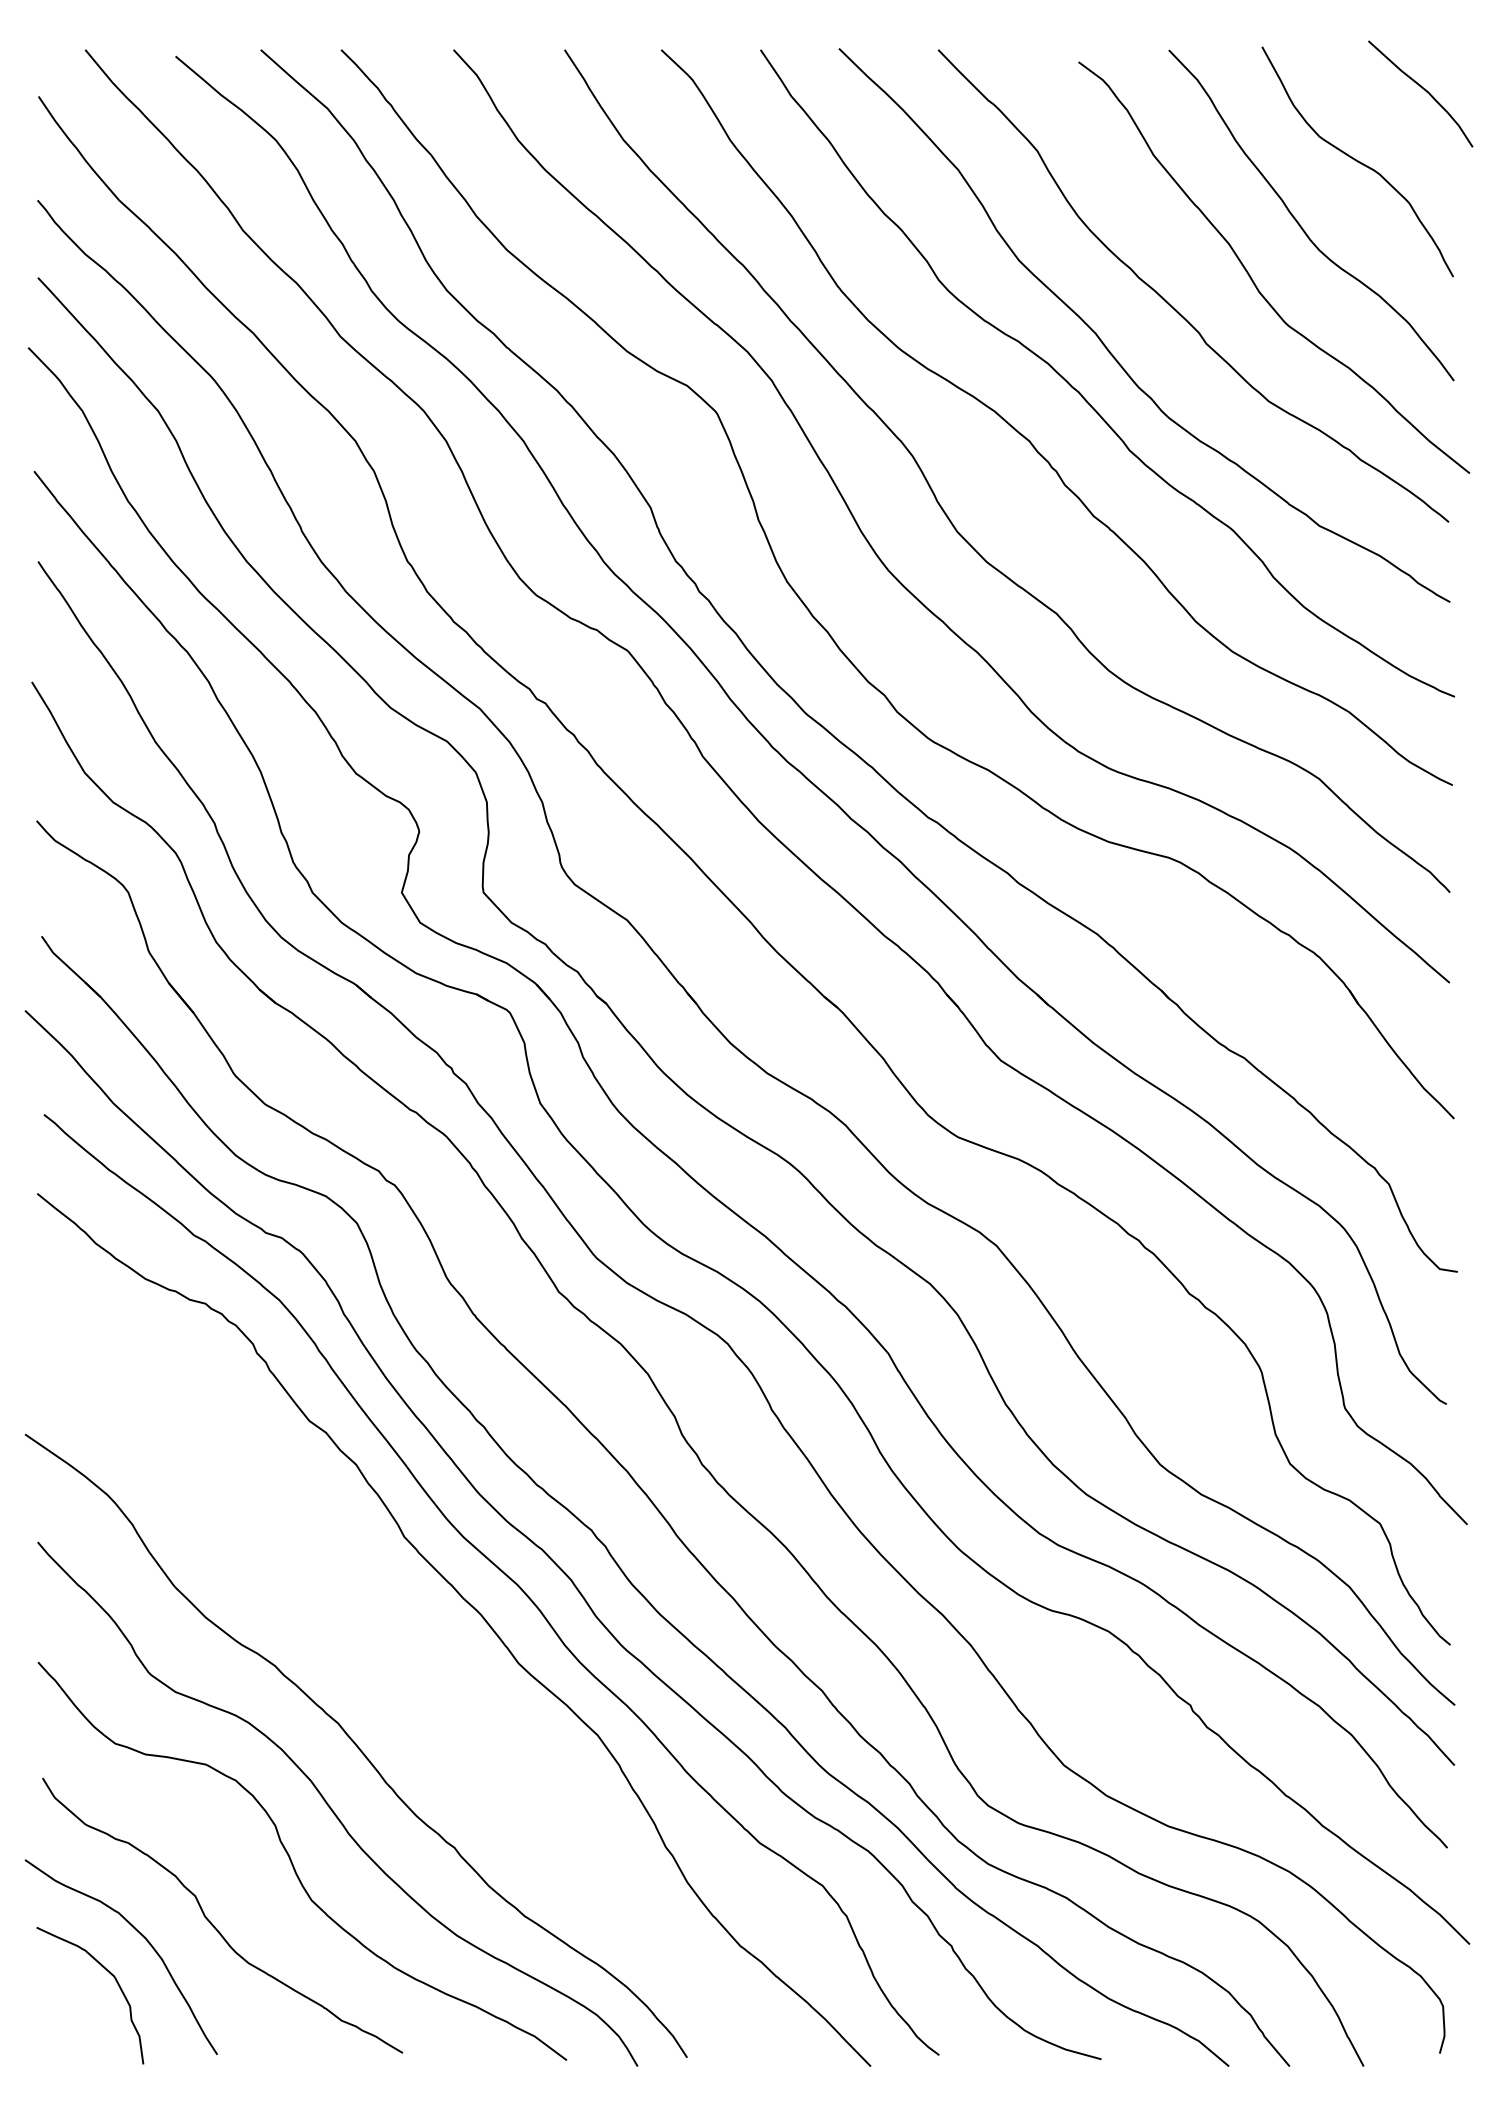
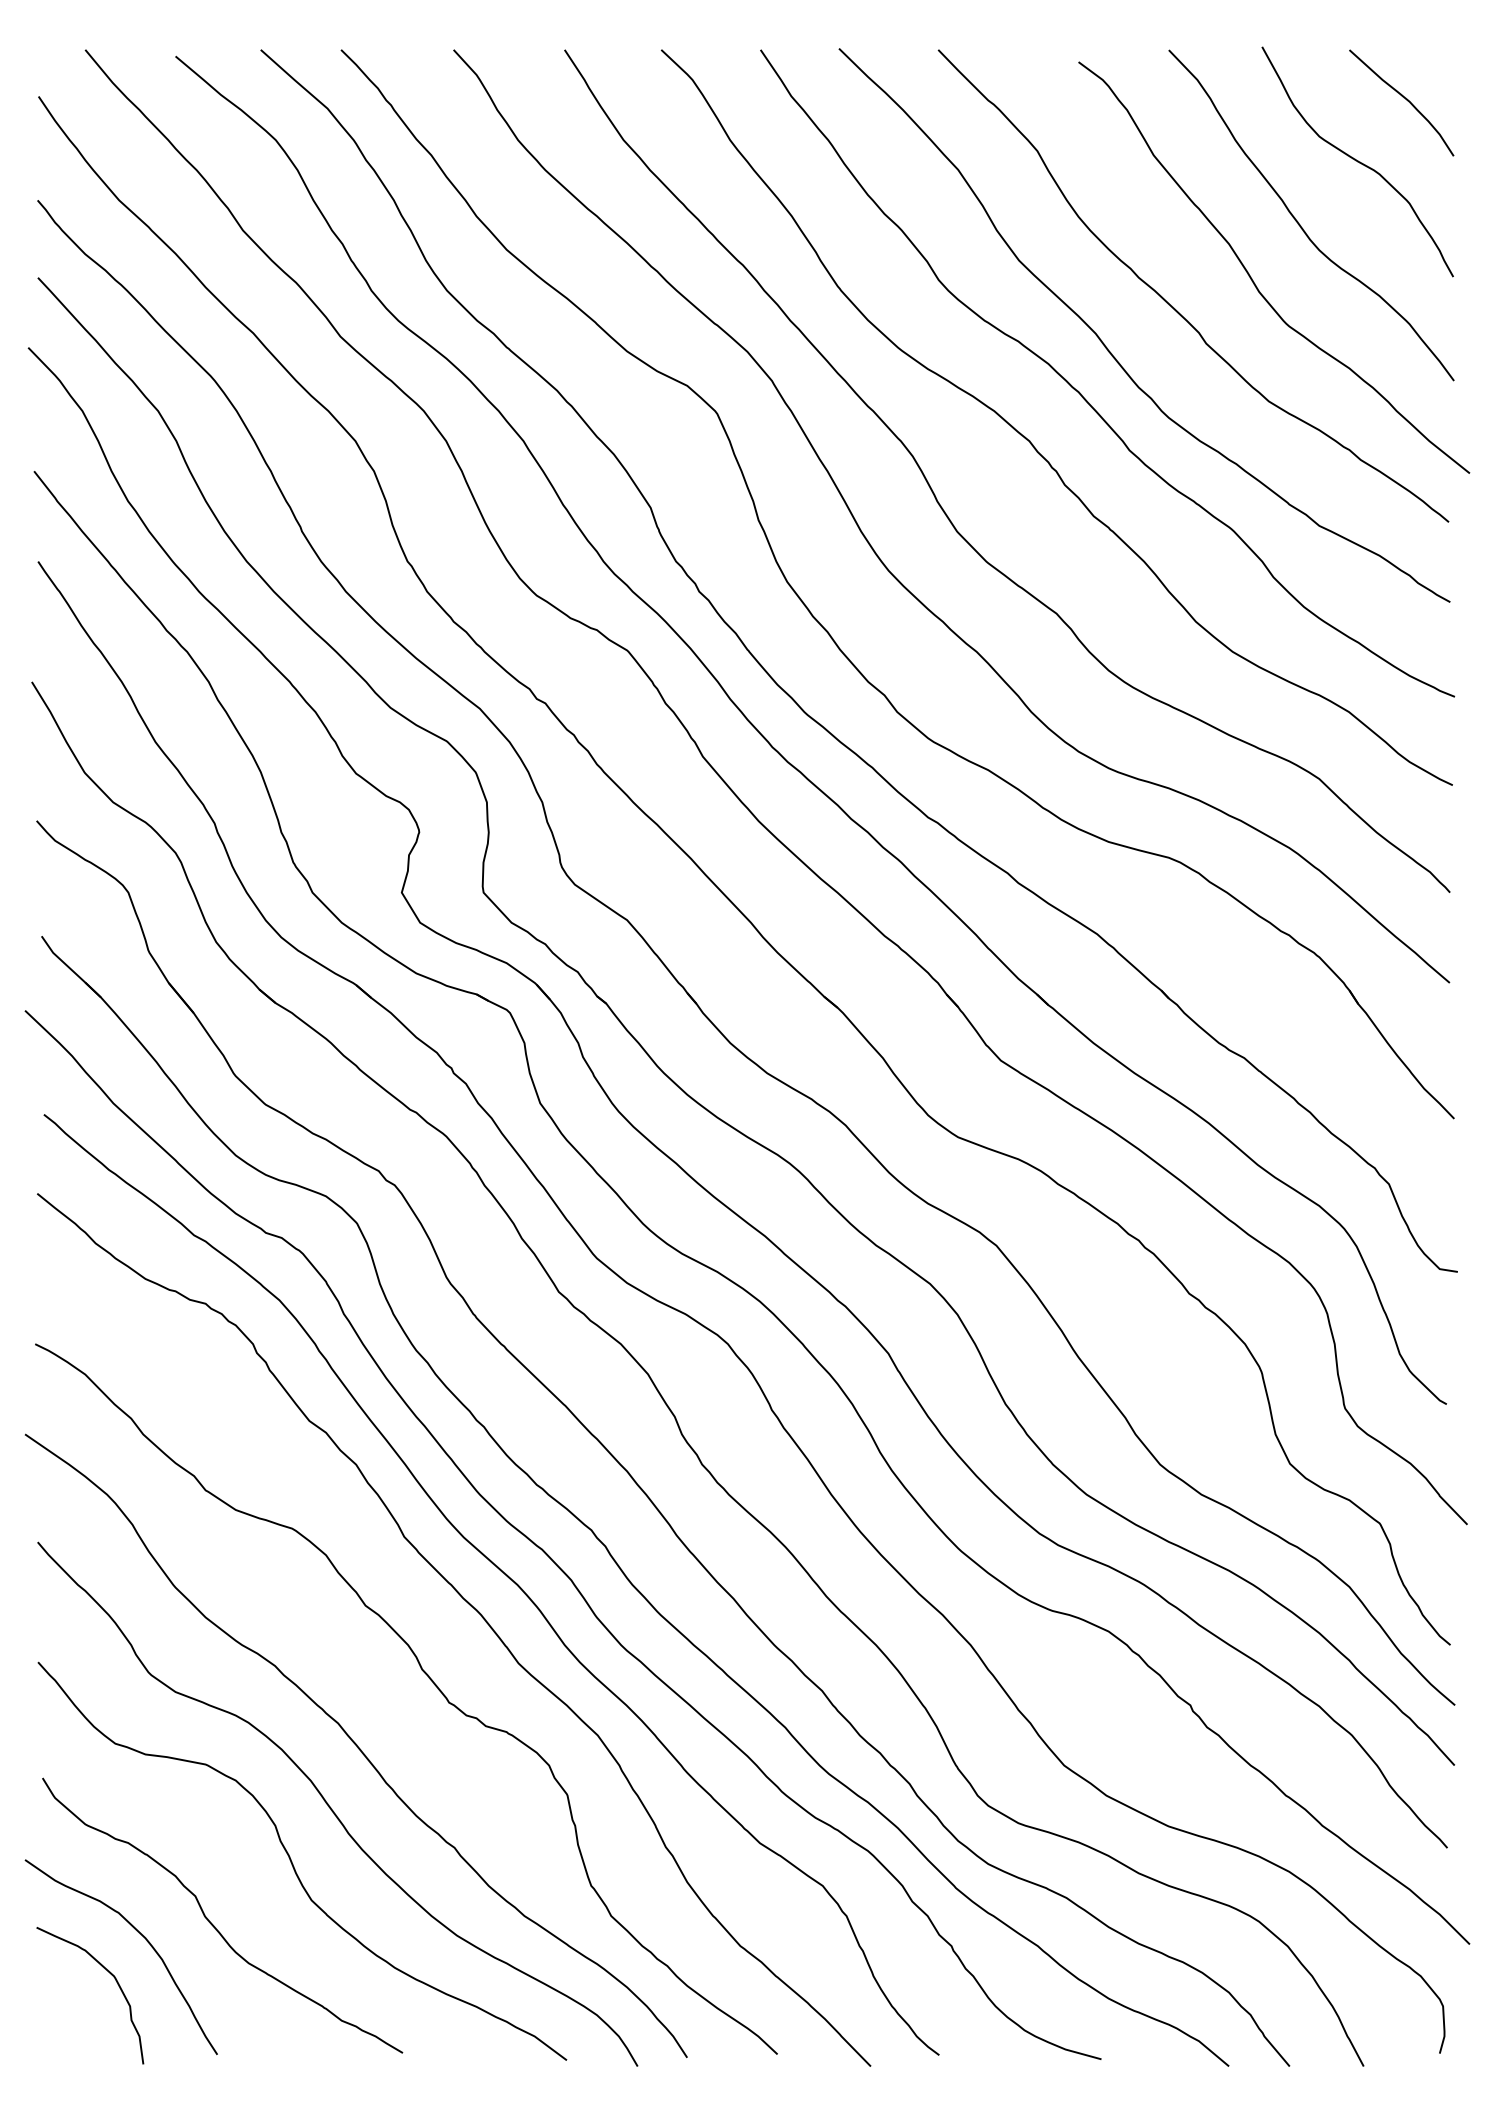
curve at (1423, 89) position: (1423, 89) -> (1404, 98)
curve at (429, 1679): none -> present
